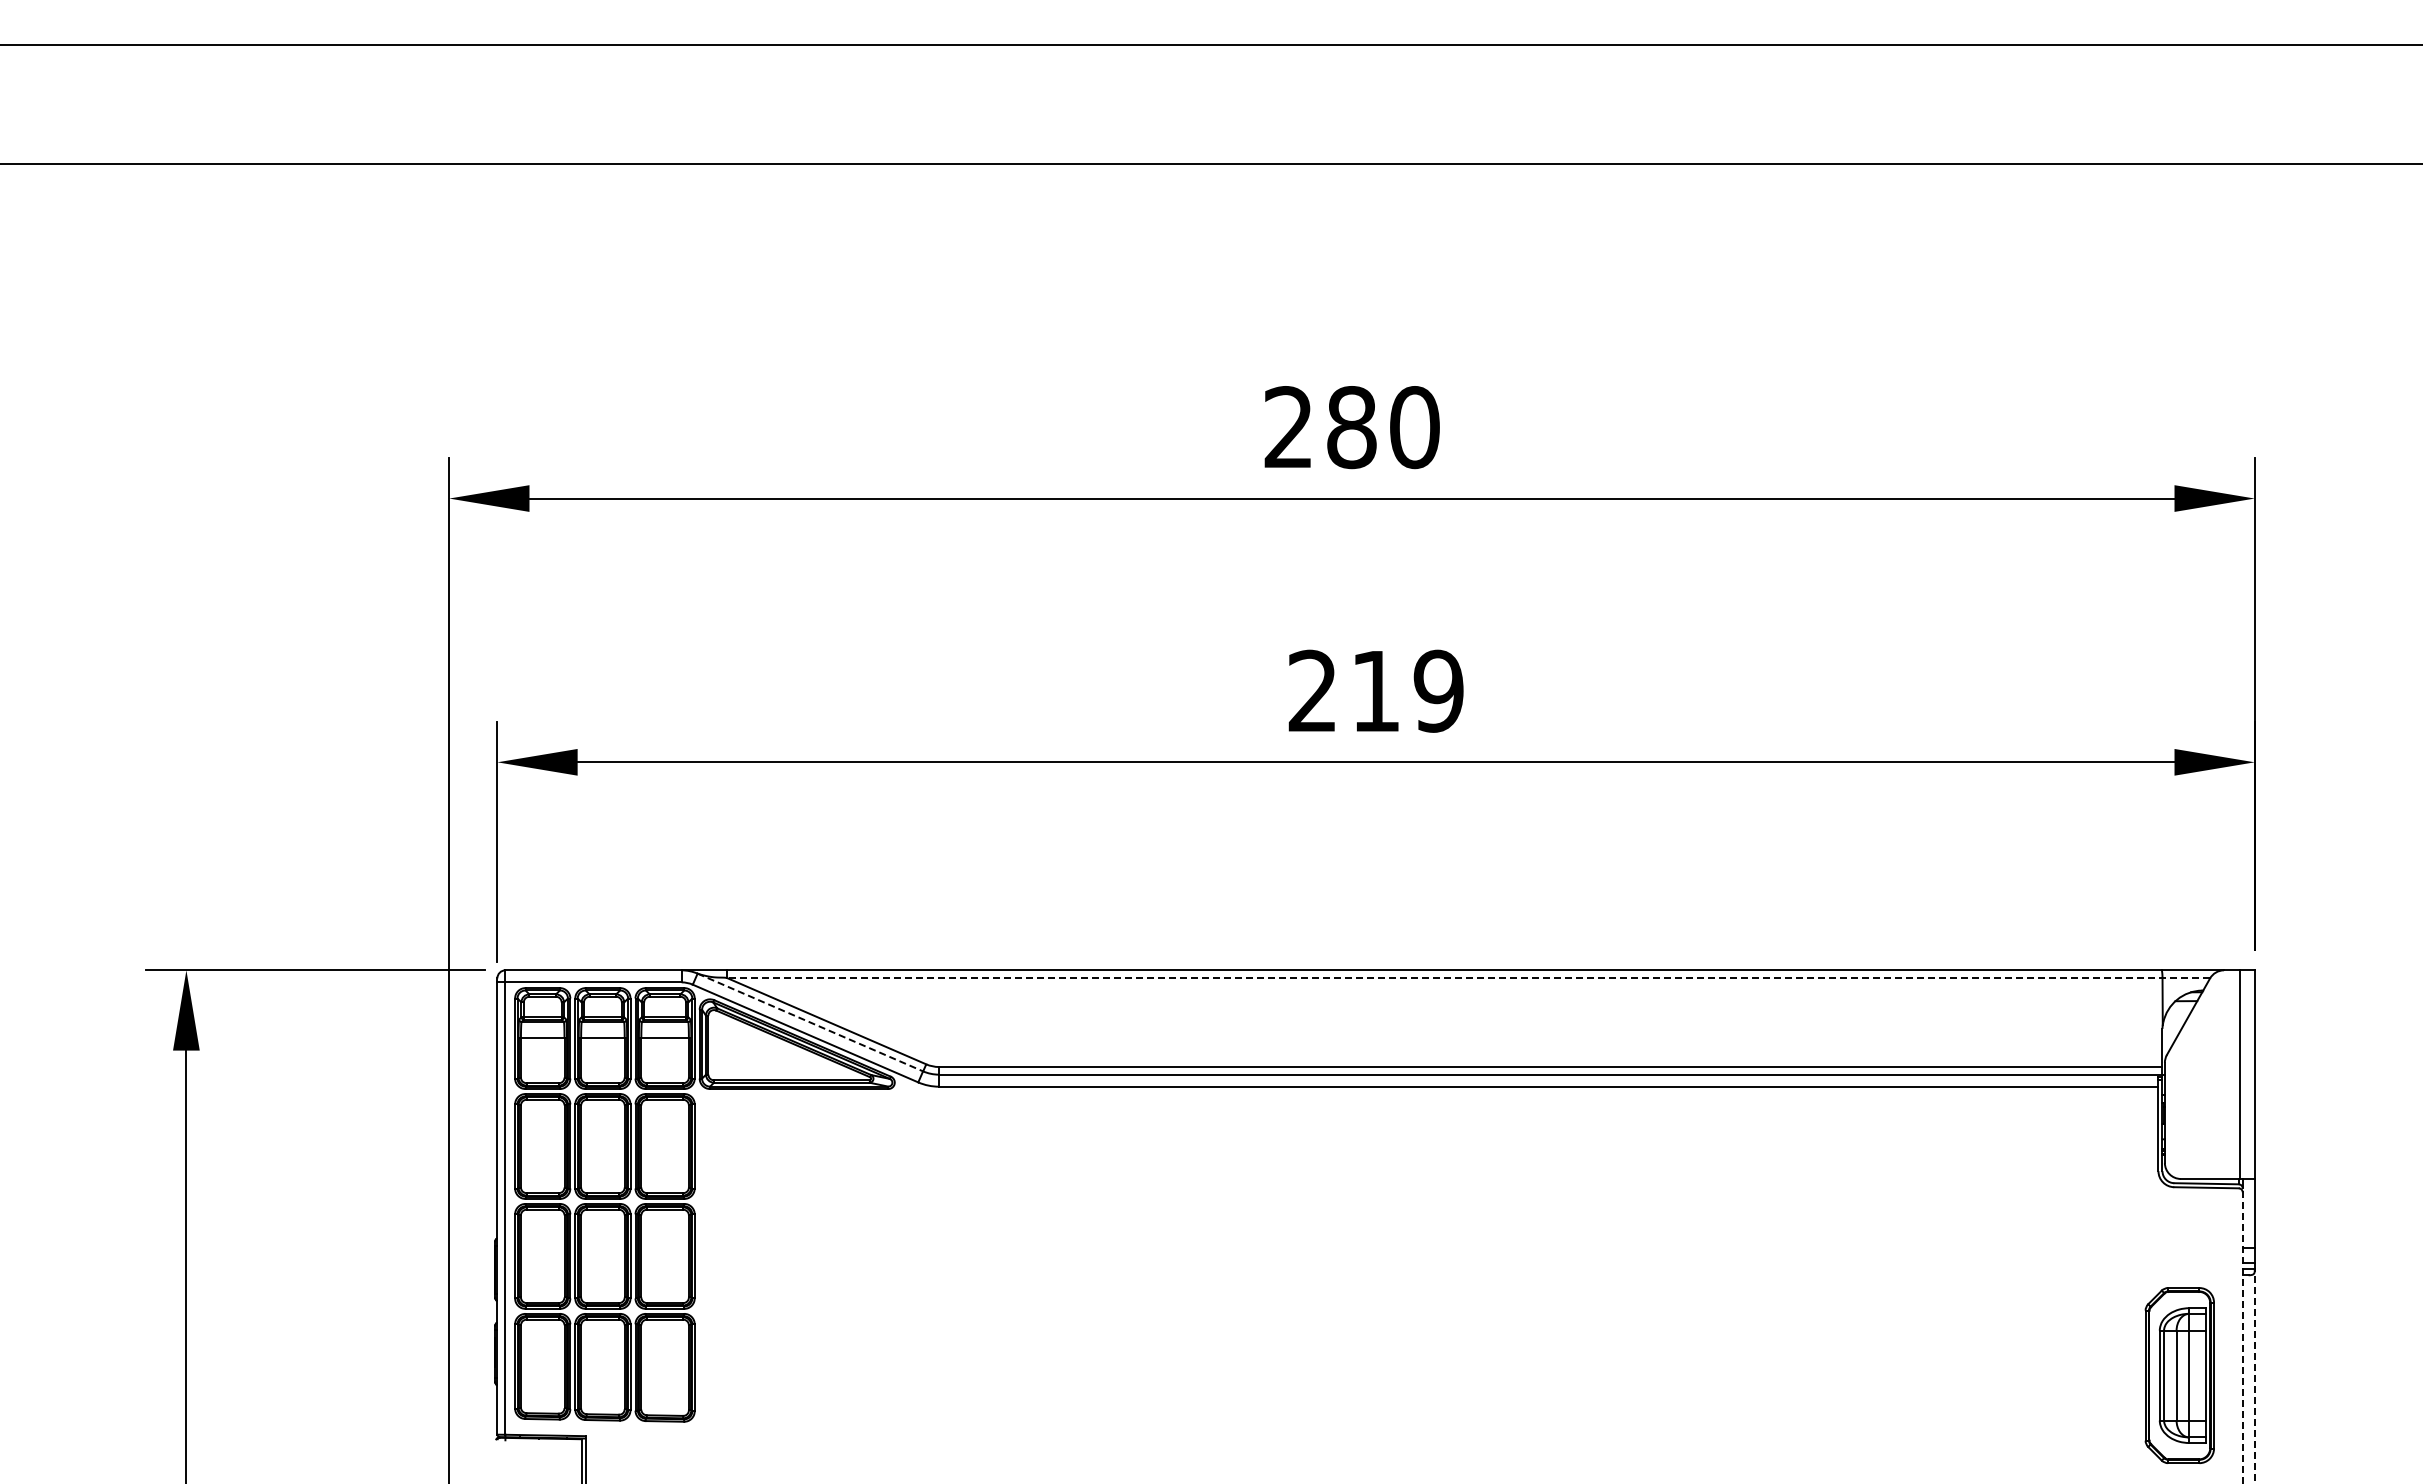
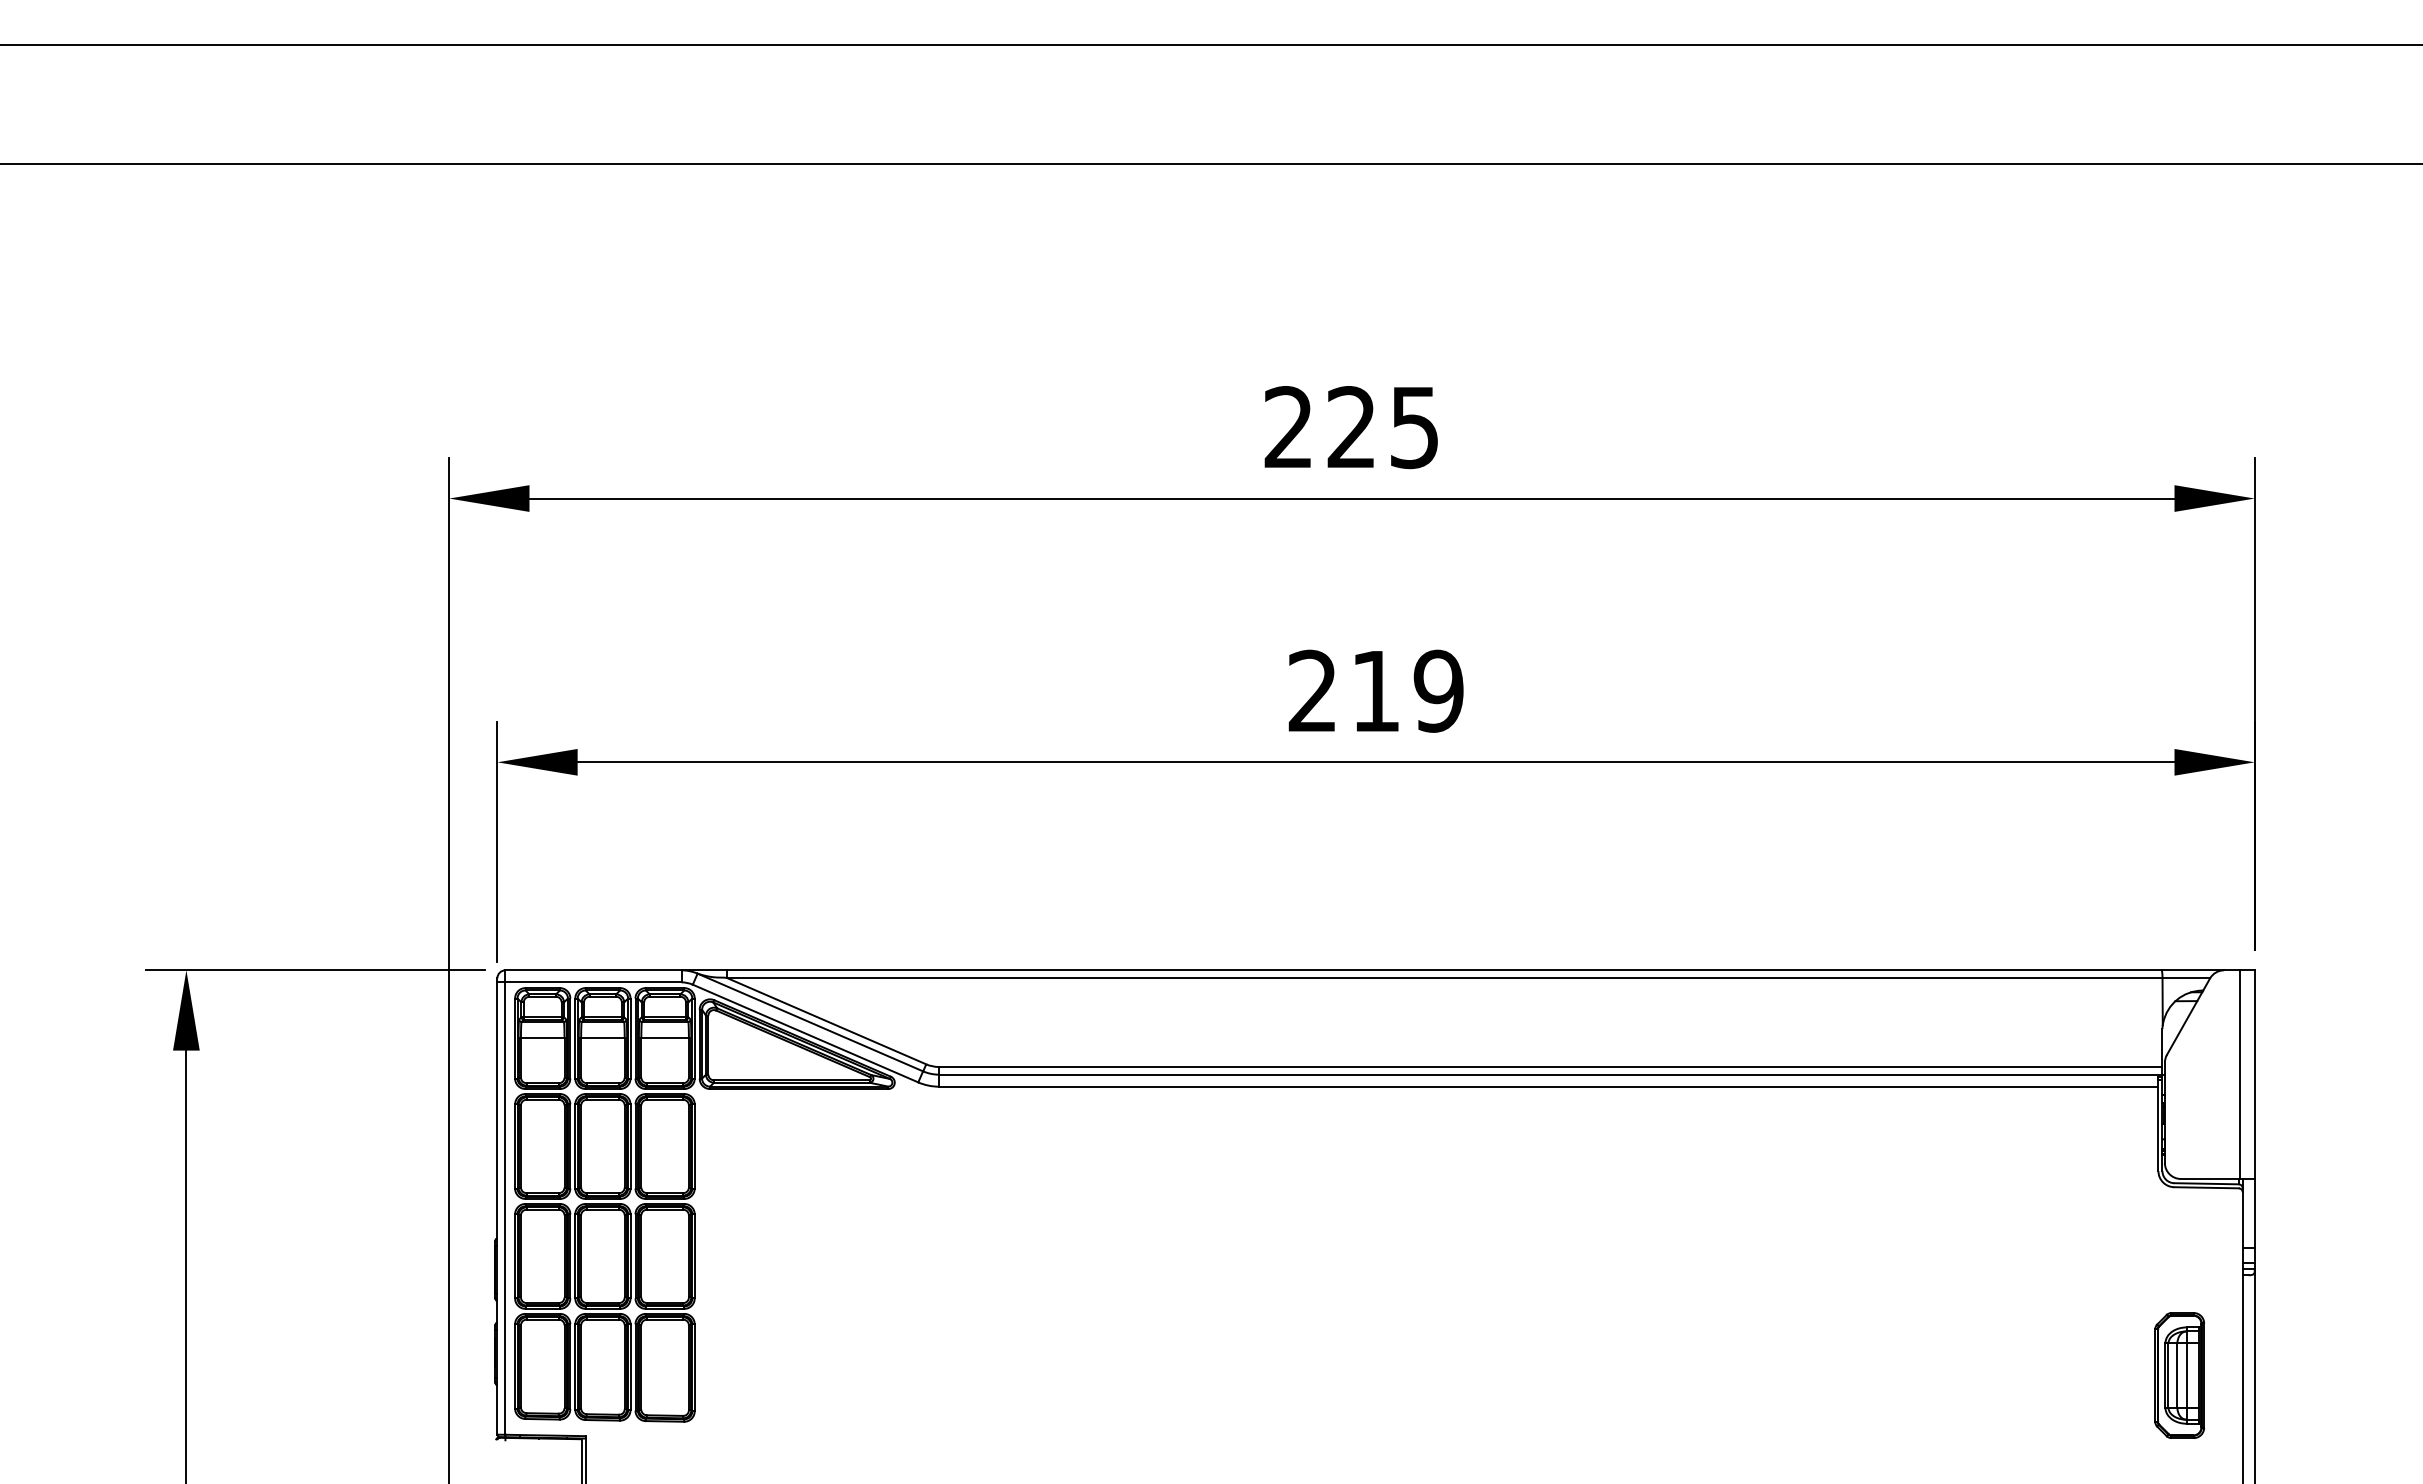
text at (1383, 427): 280 -> 225
line at (1468, 978): dashed -> solid
line at (810, 1022): dashed -> solid
line at (2242, 1335): dashed -> solid
part at (2179, 1375) size: 71x177 px -> 51x127 px
line at (2254, 1376): dashed -> solid
